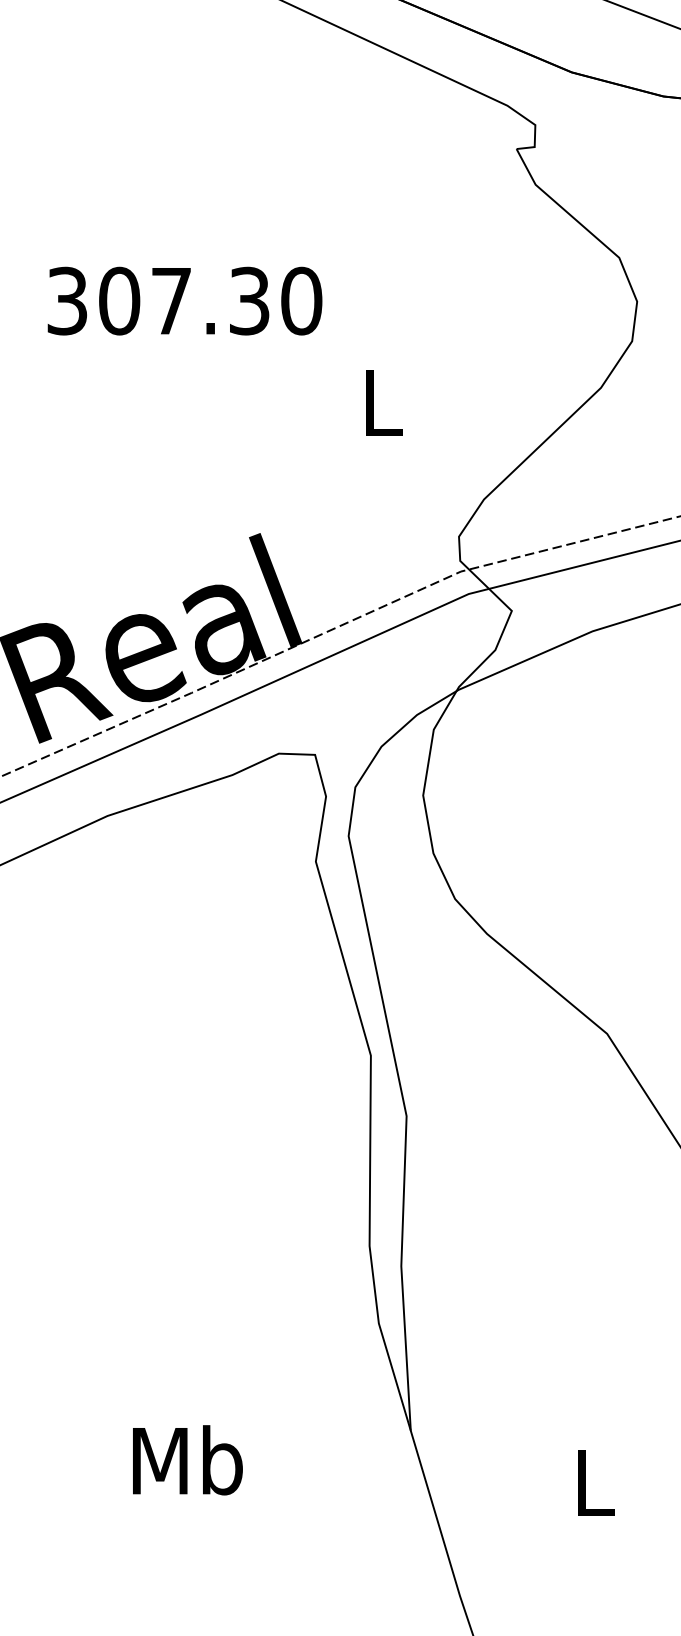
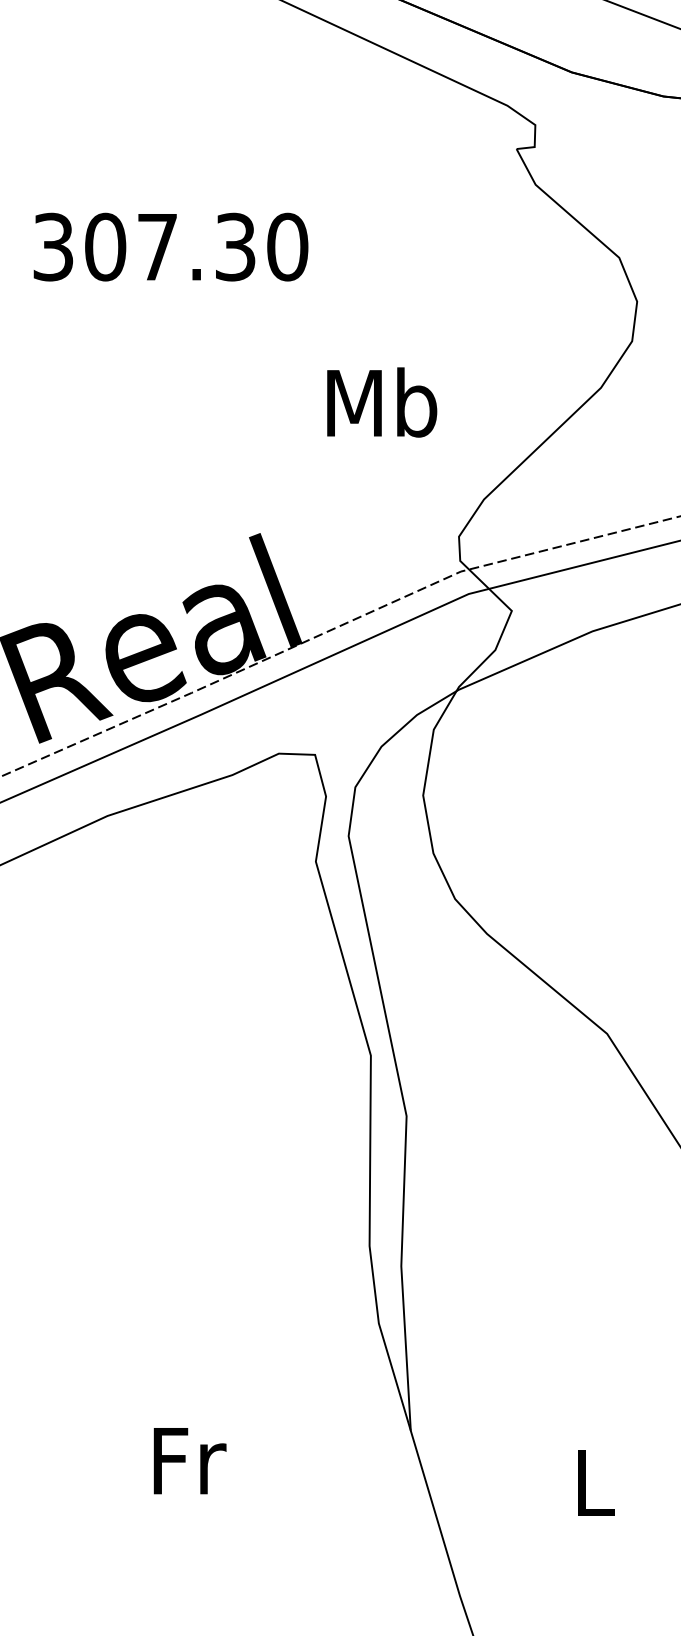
text at (184, 300) position: (184, 300) -> (170, 246)
text at (382, 402): L -> Mb
text at (187, 1460): Mb -> Fr
